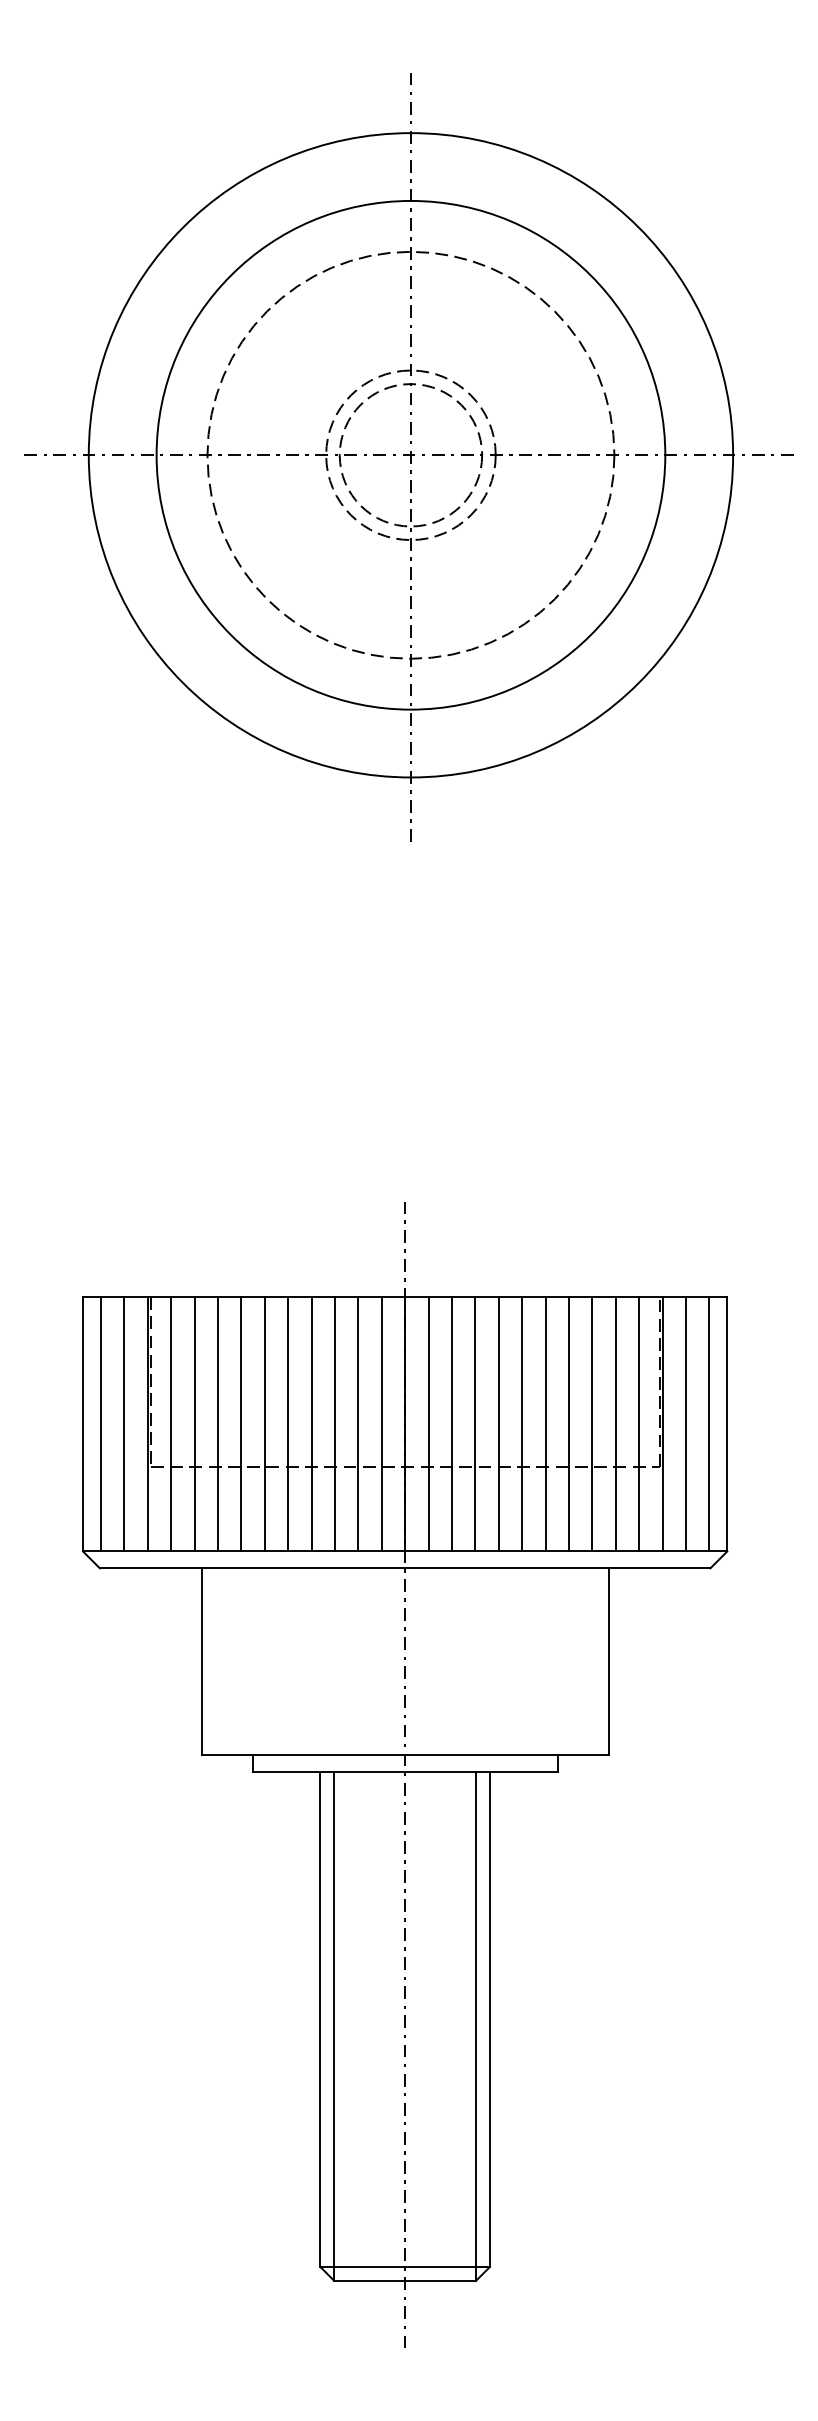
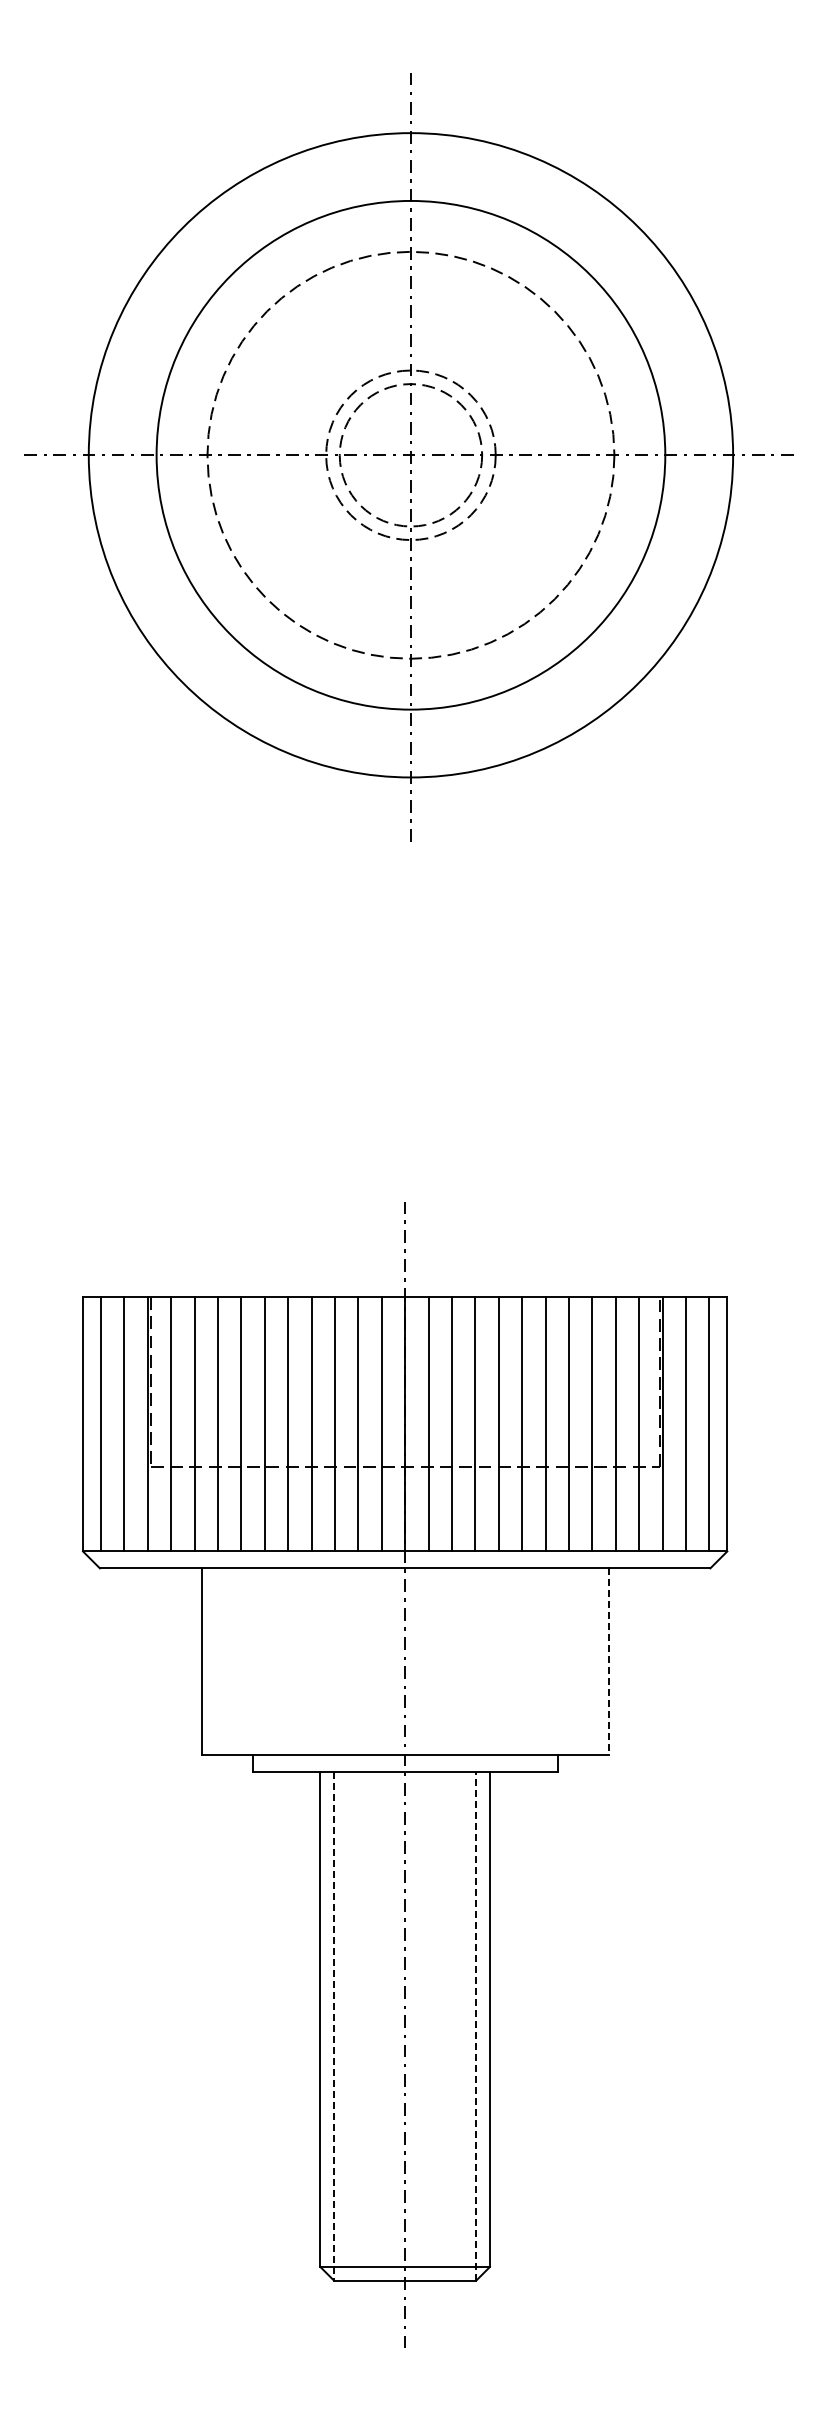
line at (608, 1662): solid -> dashed
line at (476, 2025): solid -> dashed
line at (333, 2026): solid -> dashed
